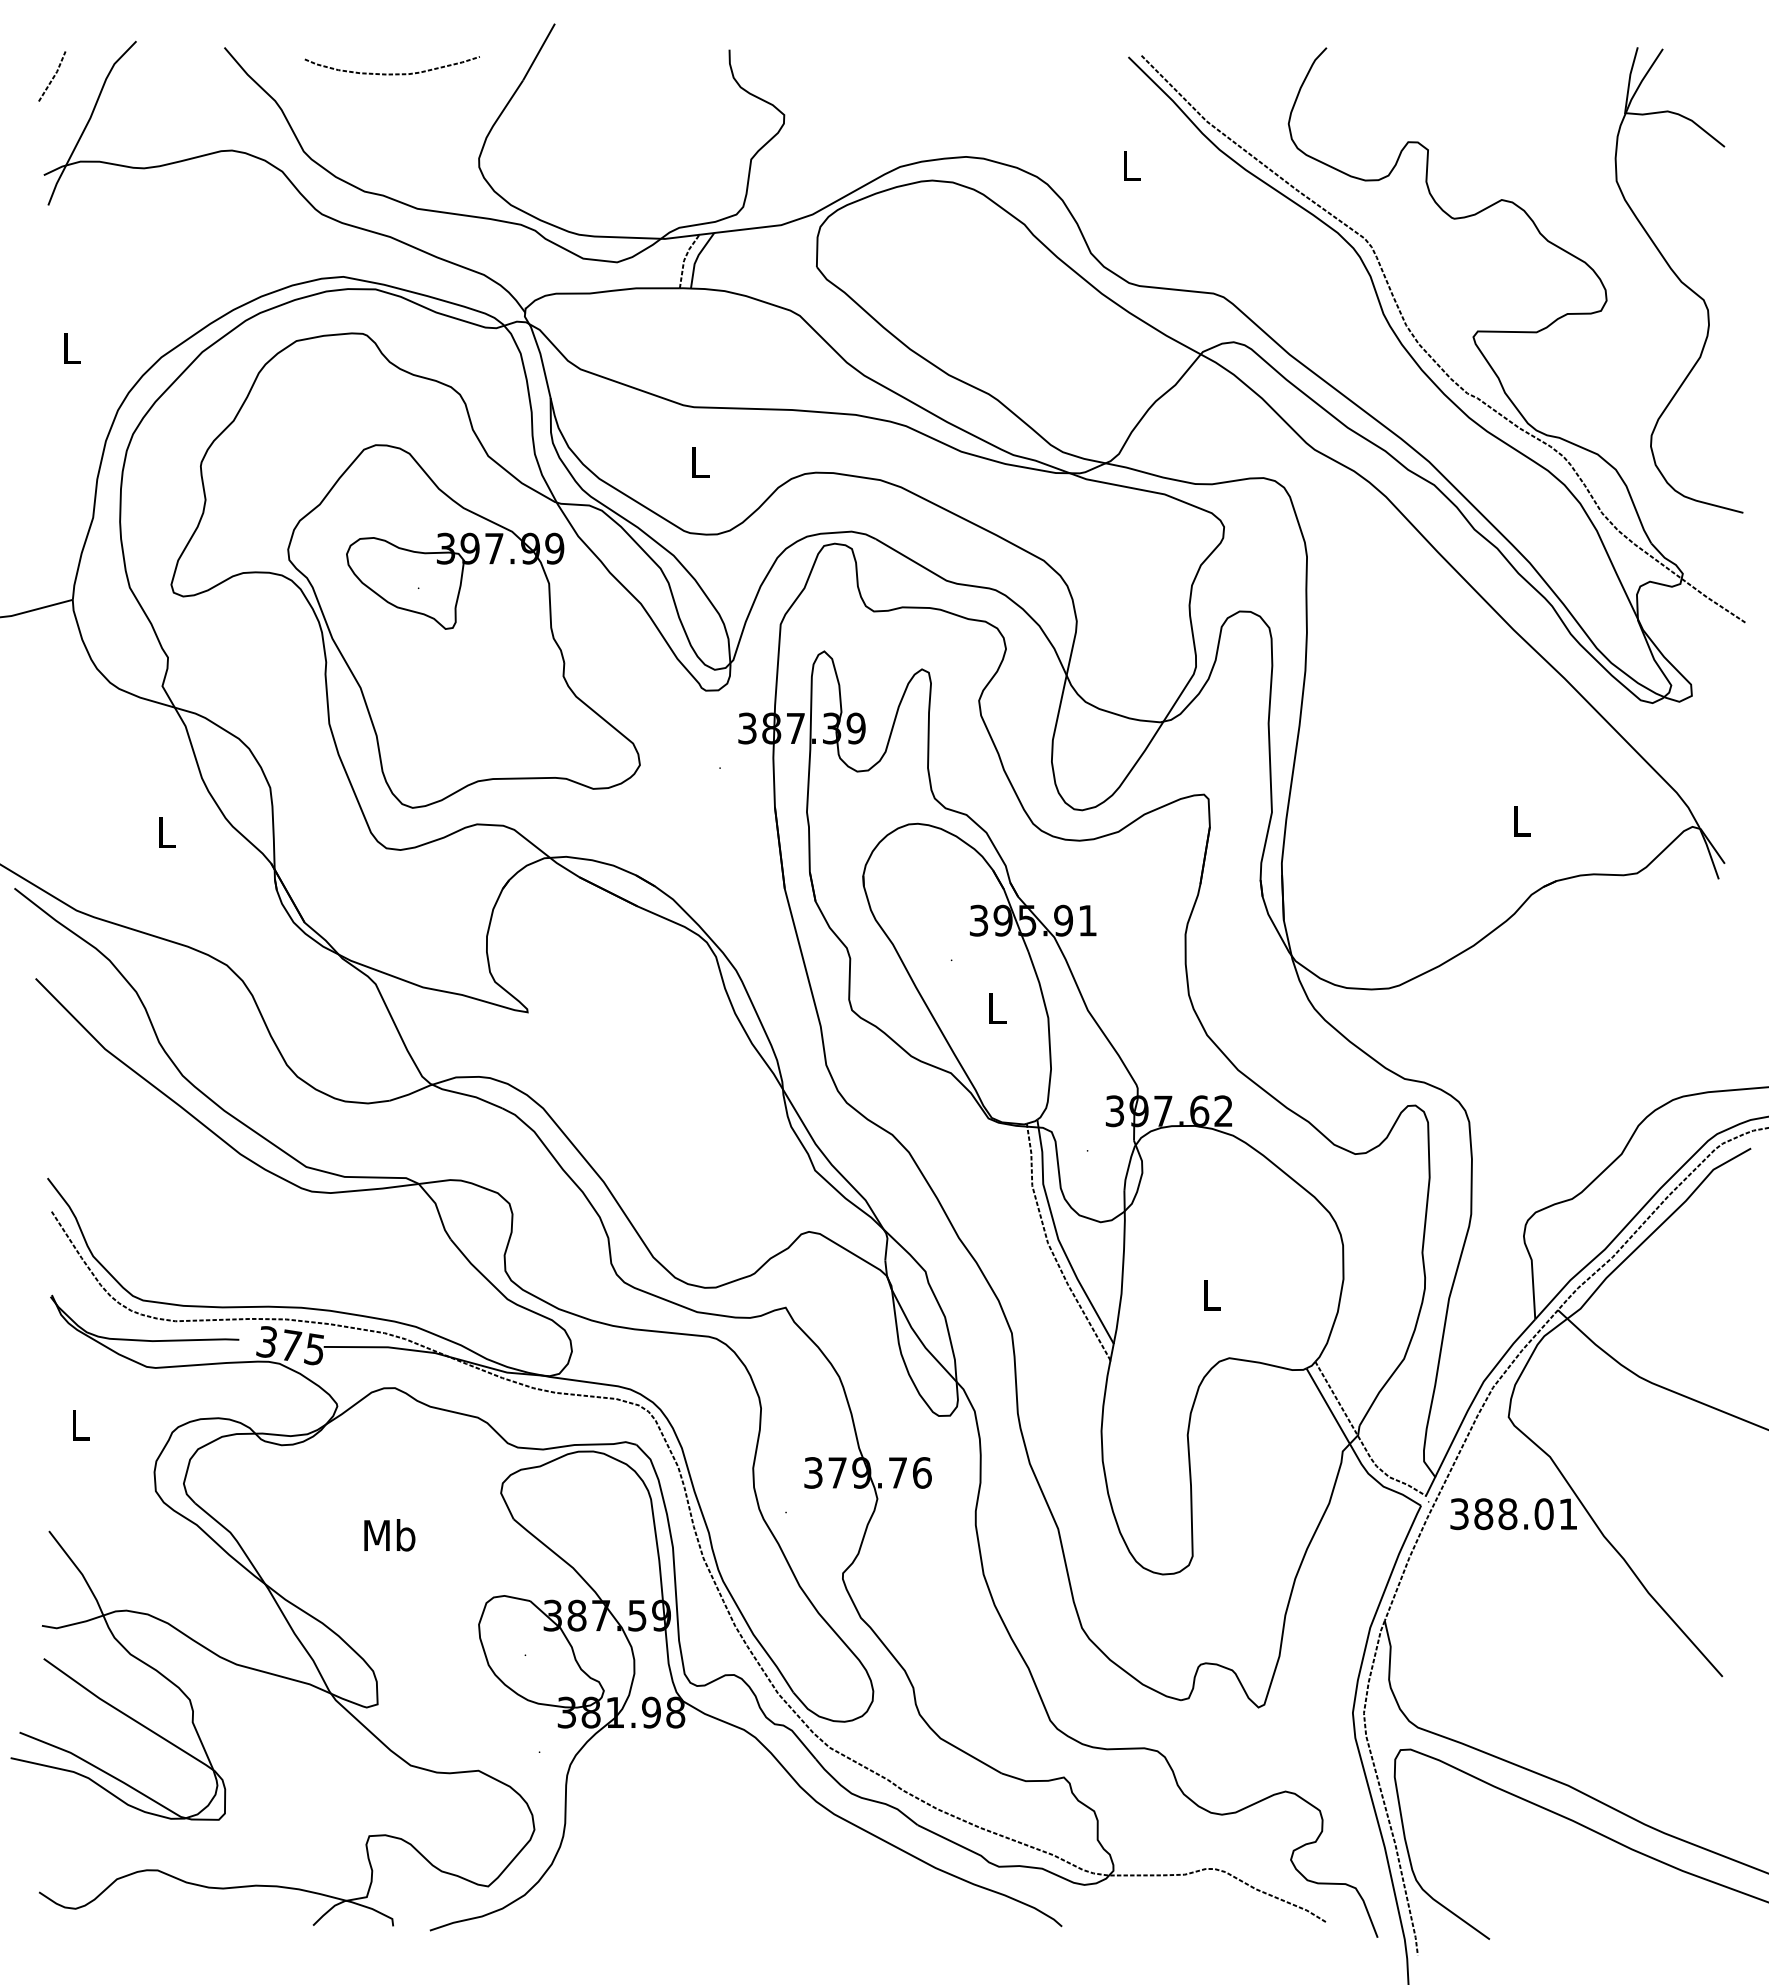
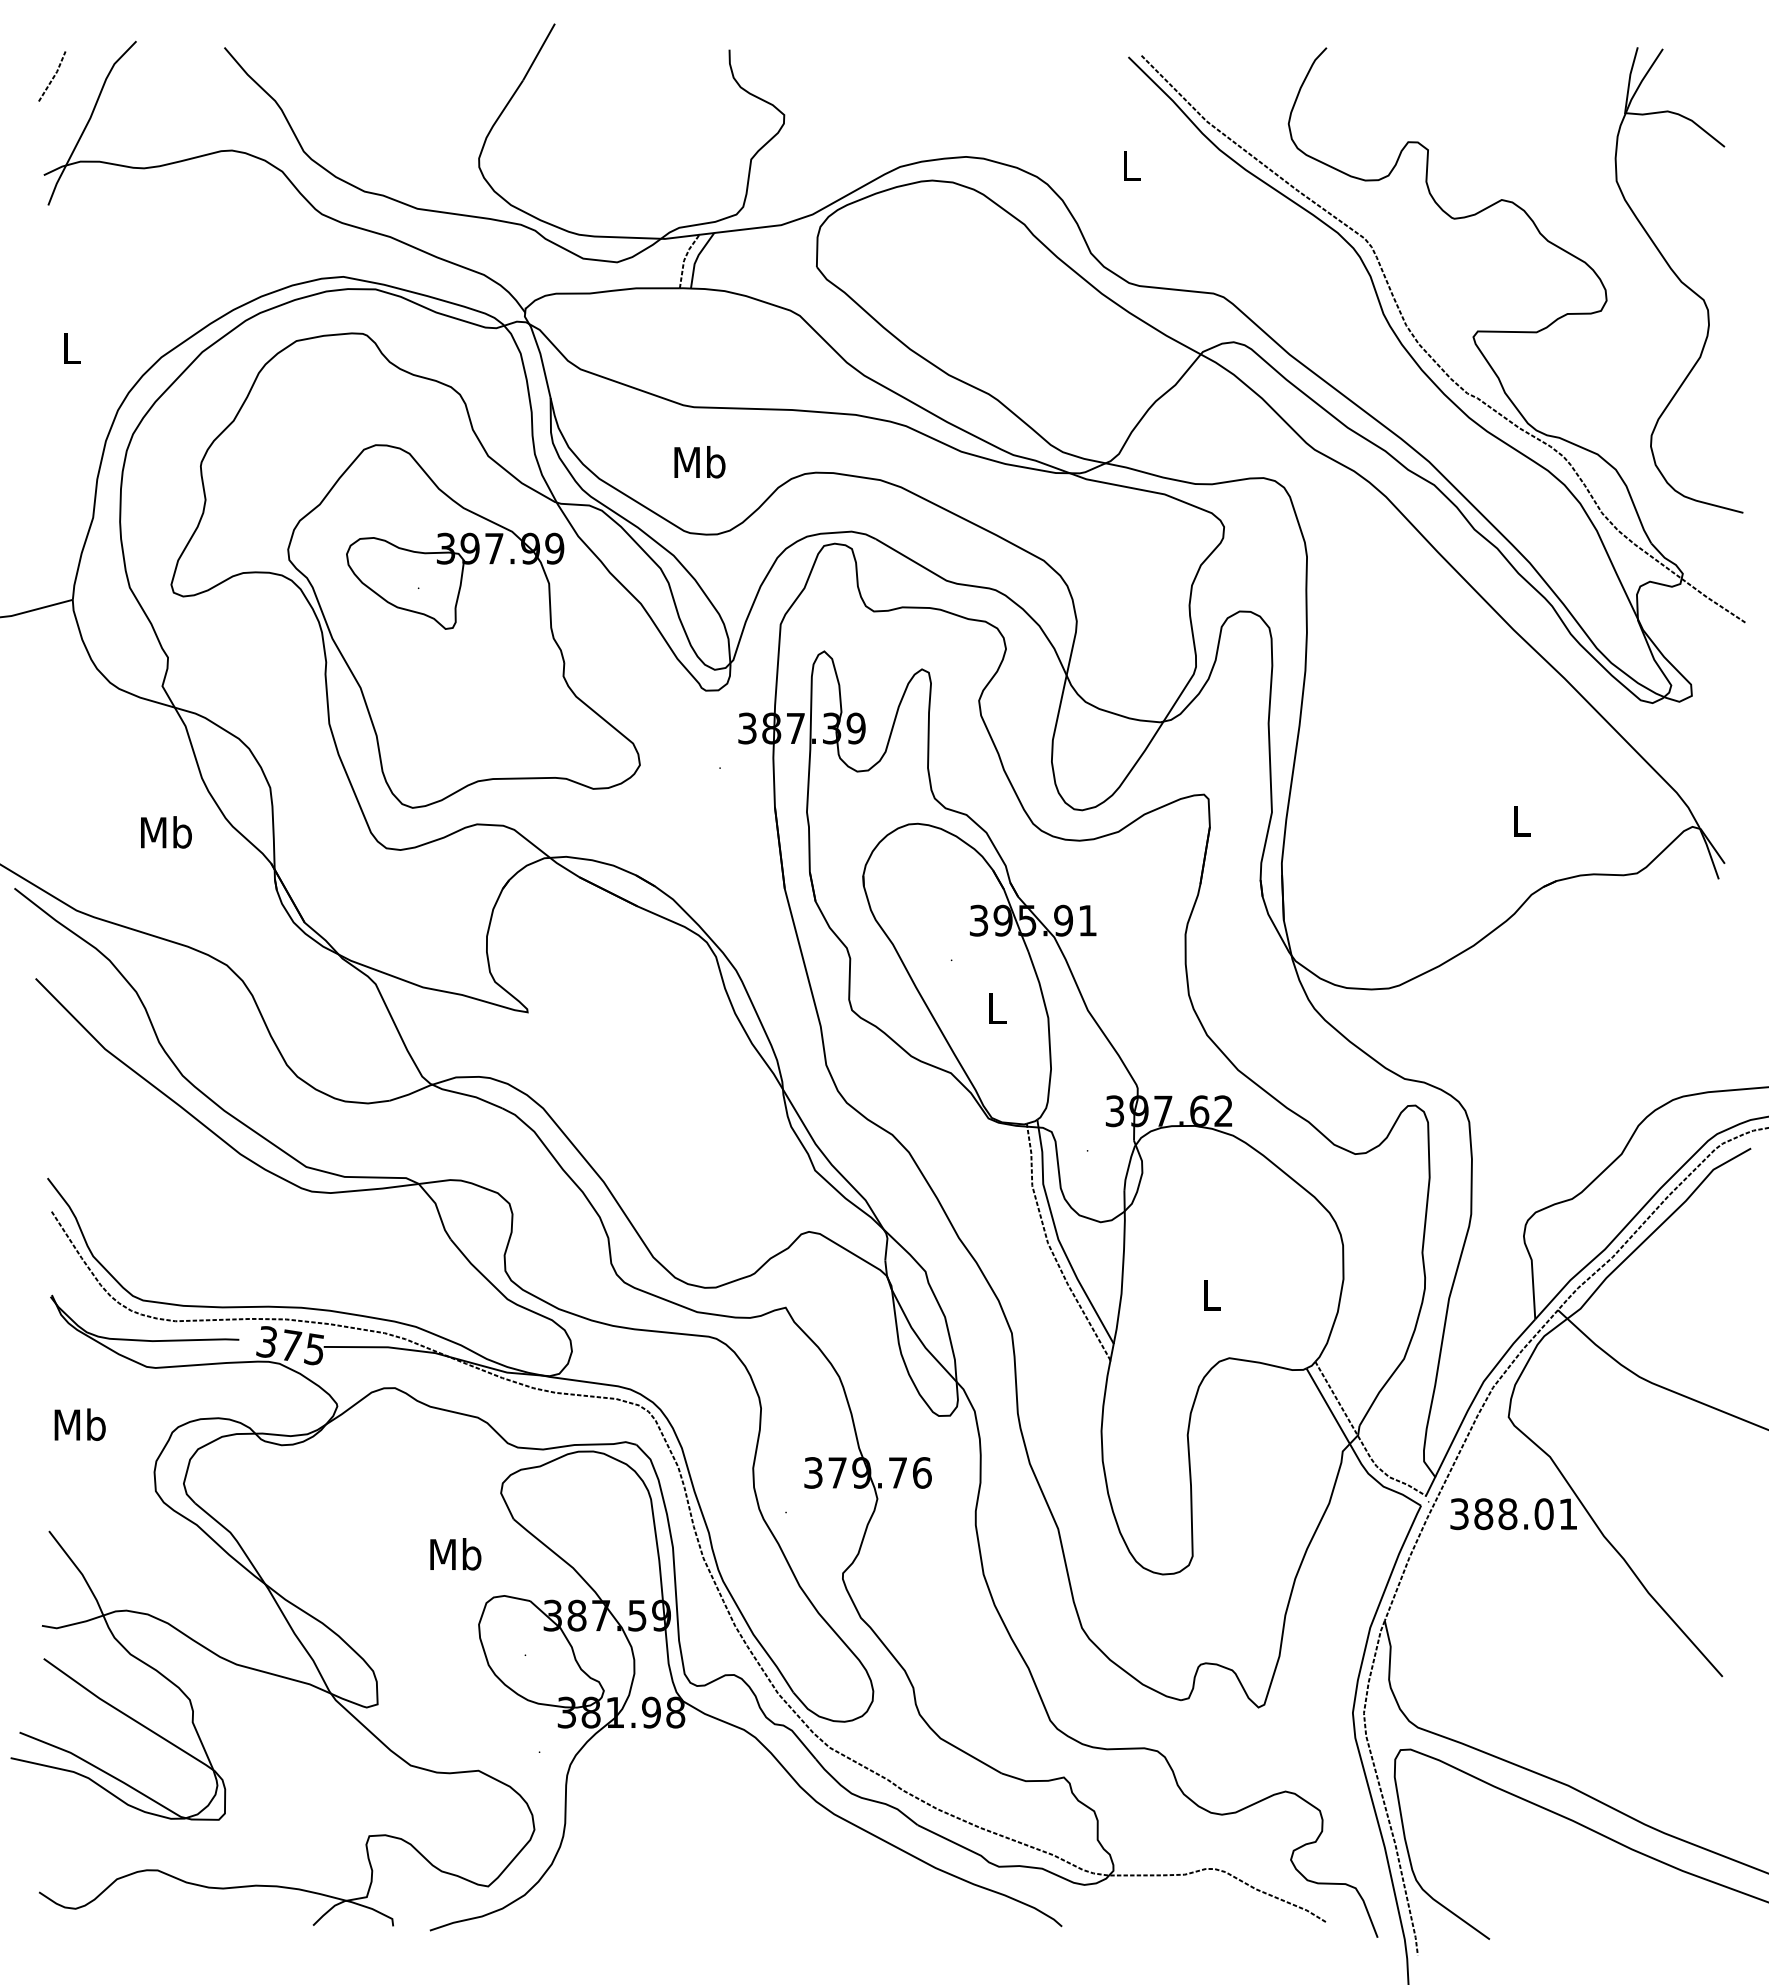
curve at (391, 73): present -> none
text at (699, 462): L -> Mb
text at (166, 832): L -> Mb
text at (79, 1424): L -> Mb
text at (389, 1535) position: (389, 1535) -> (455, 1554)
